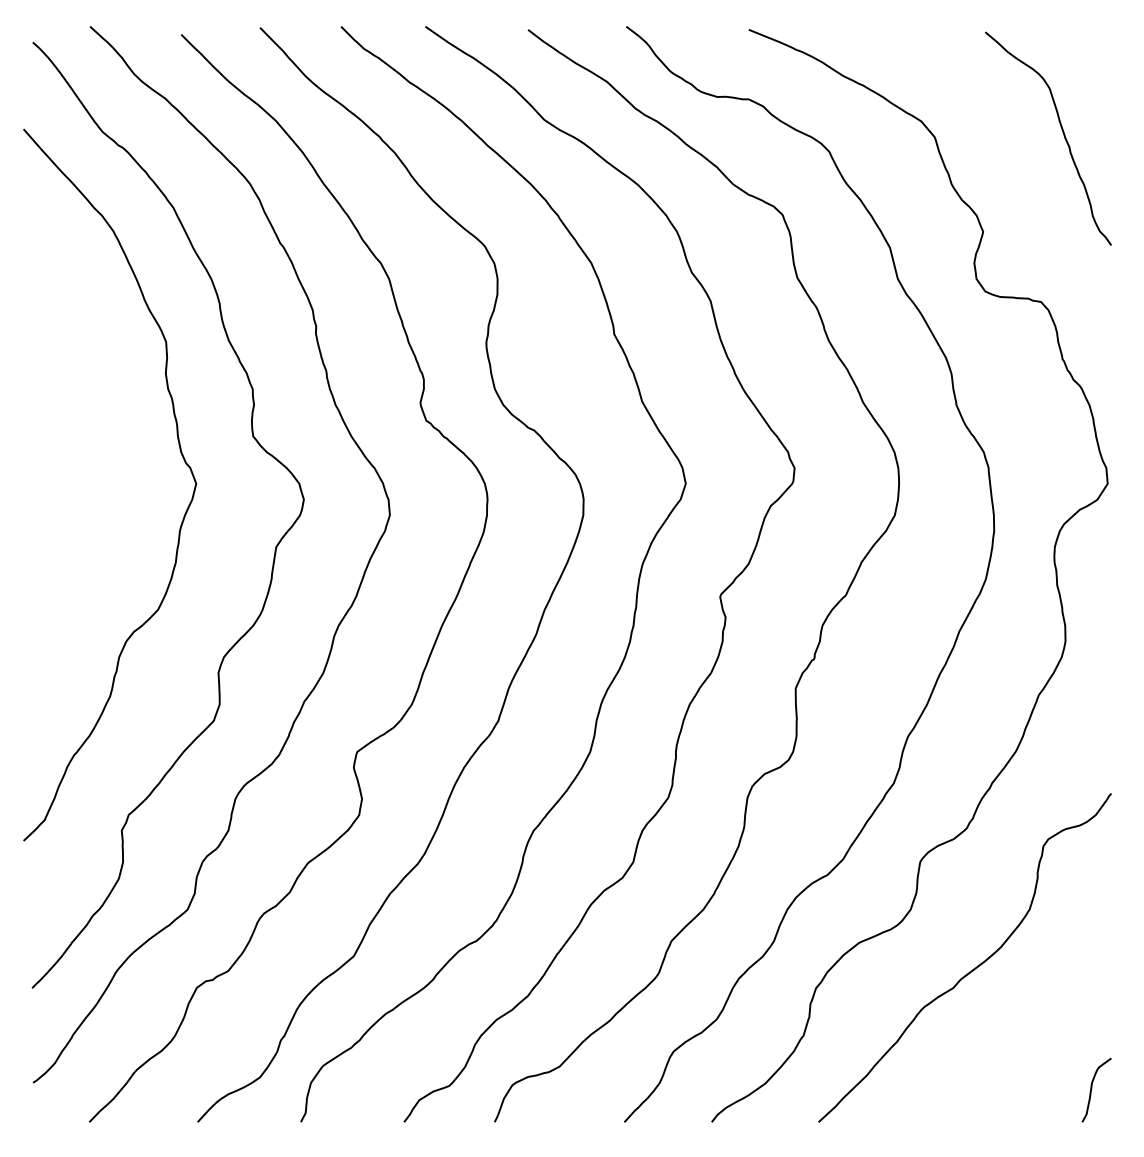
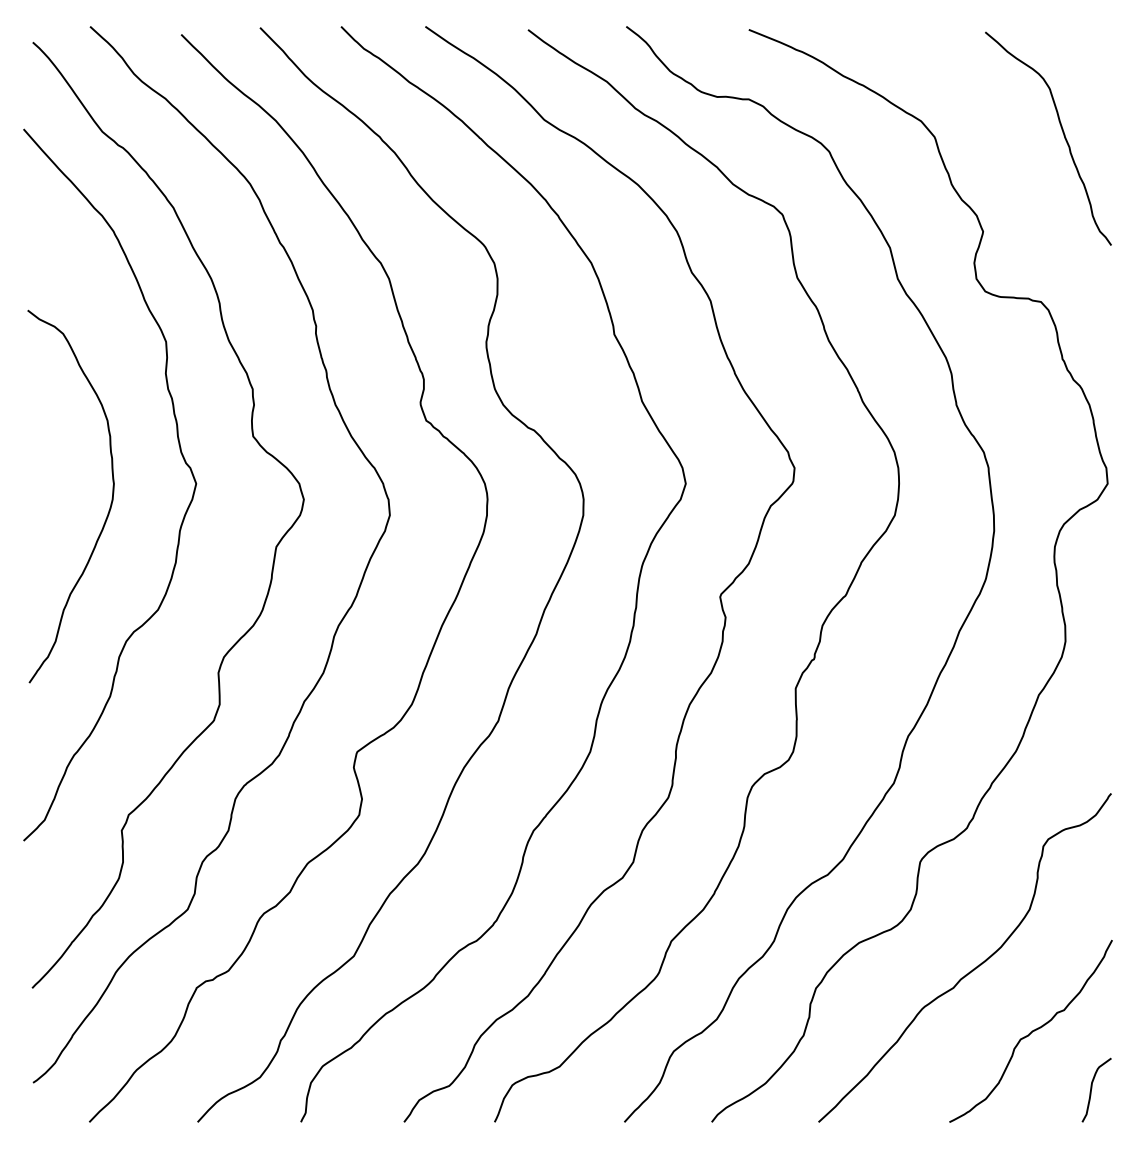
curve at (108, 510): none -> present
curve at (1031, 1031): none -> present
